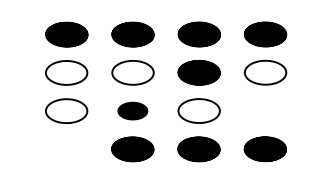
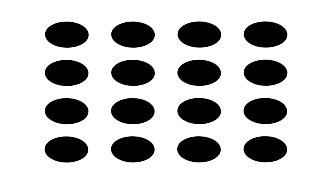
hatch at (66, 72): none -> present
hatch at (132, 72): none -> present
hatch at (265, 72): none -> present
part at (132, 110) size: 32x20 px -> 44x26 px
part at (264, 110): none -> present
hatch at (66, 111): none -> present
hatch at (198, 111): none -> present
part at (65, 149): none -> present
